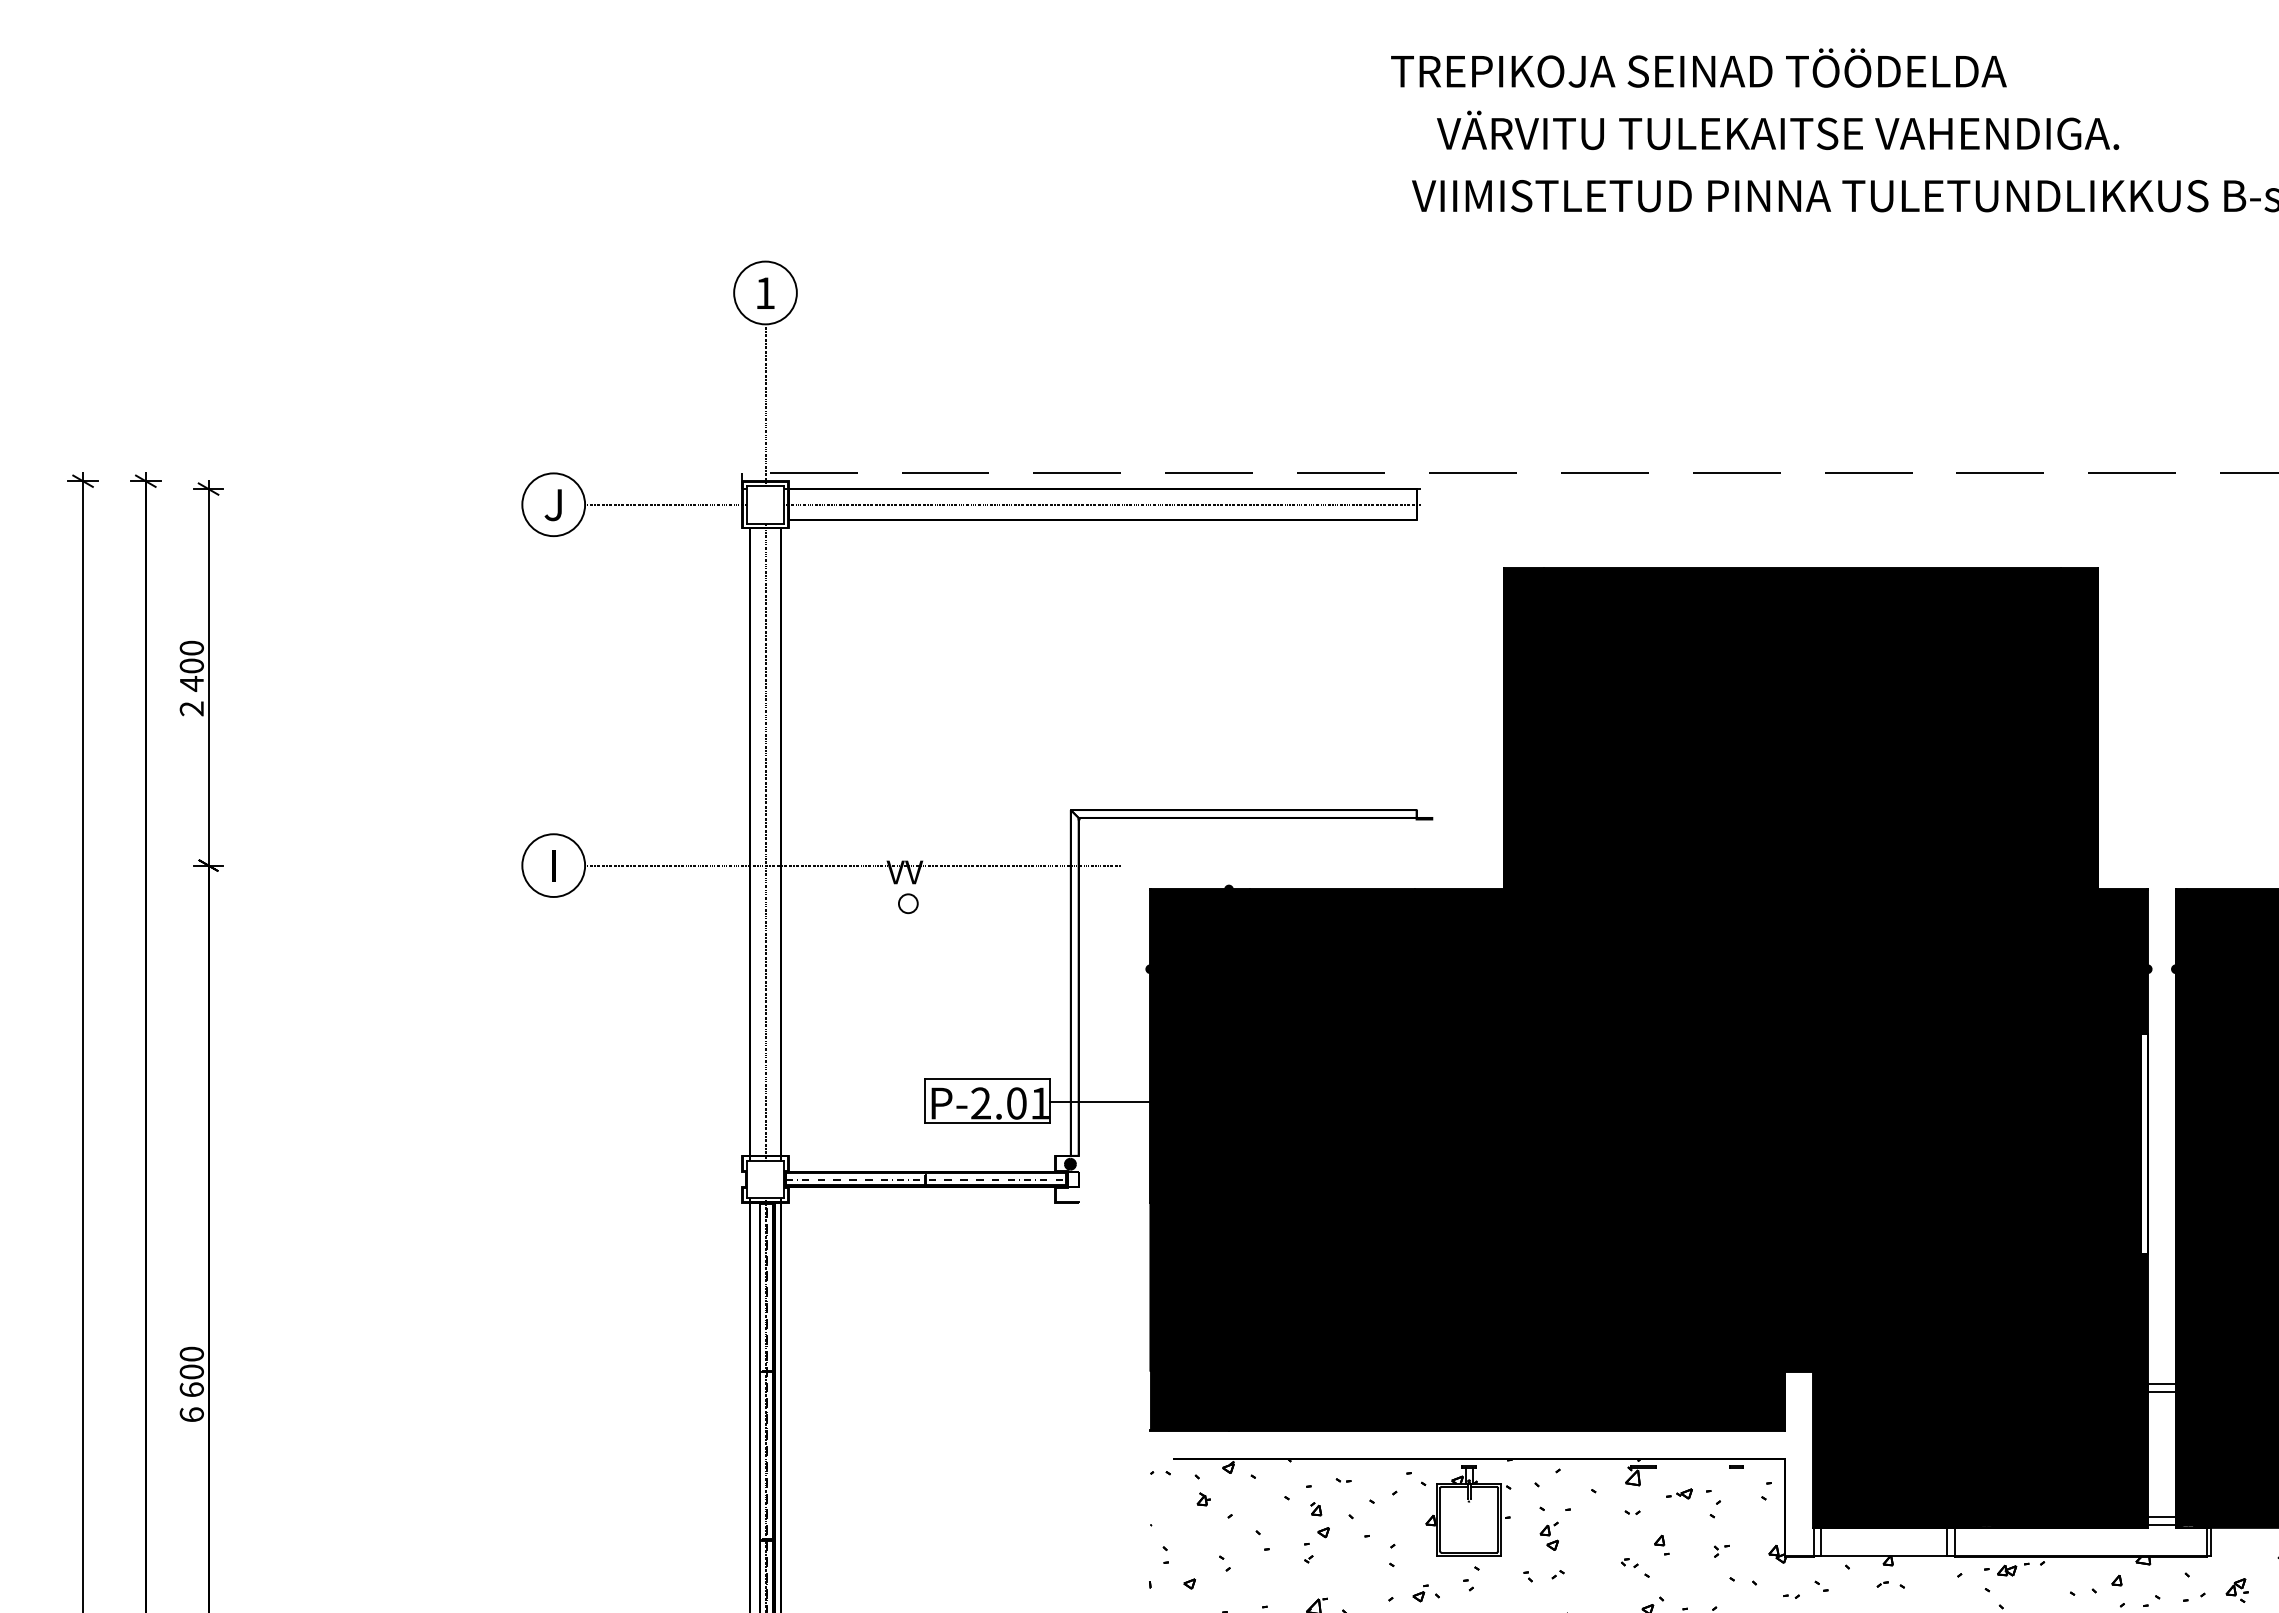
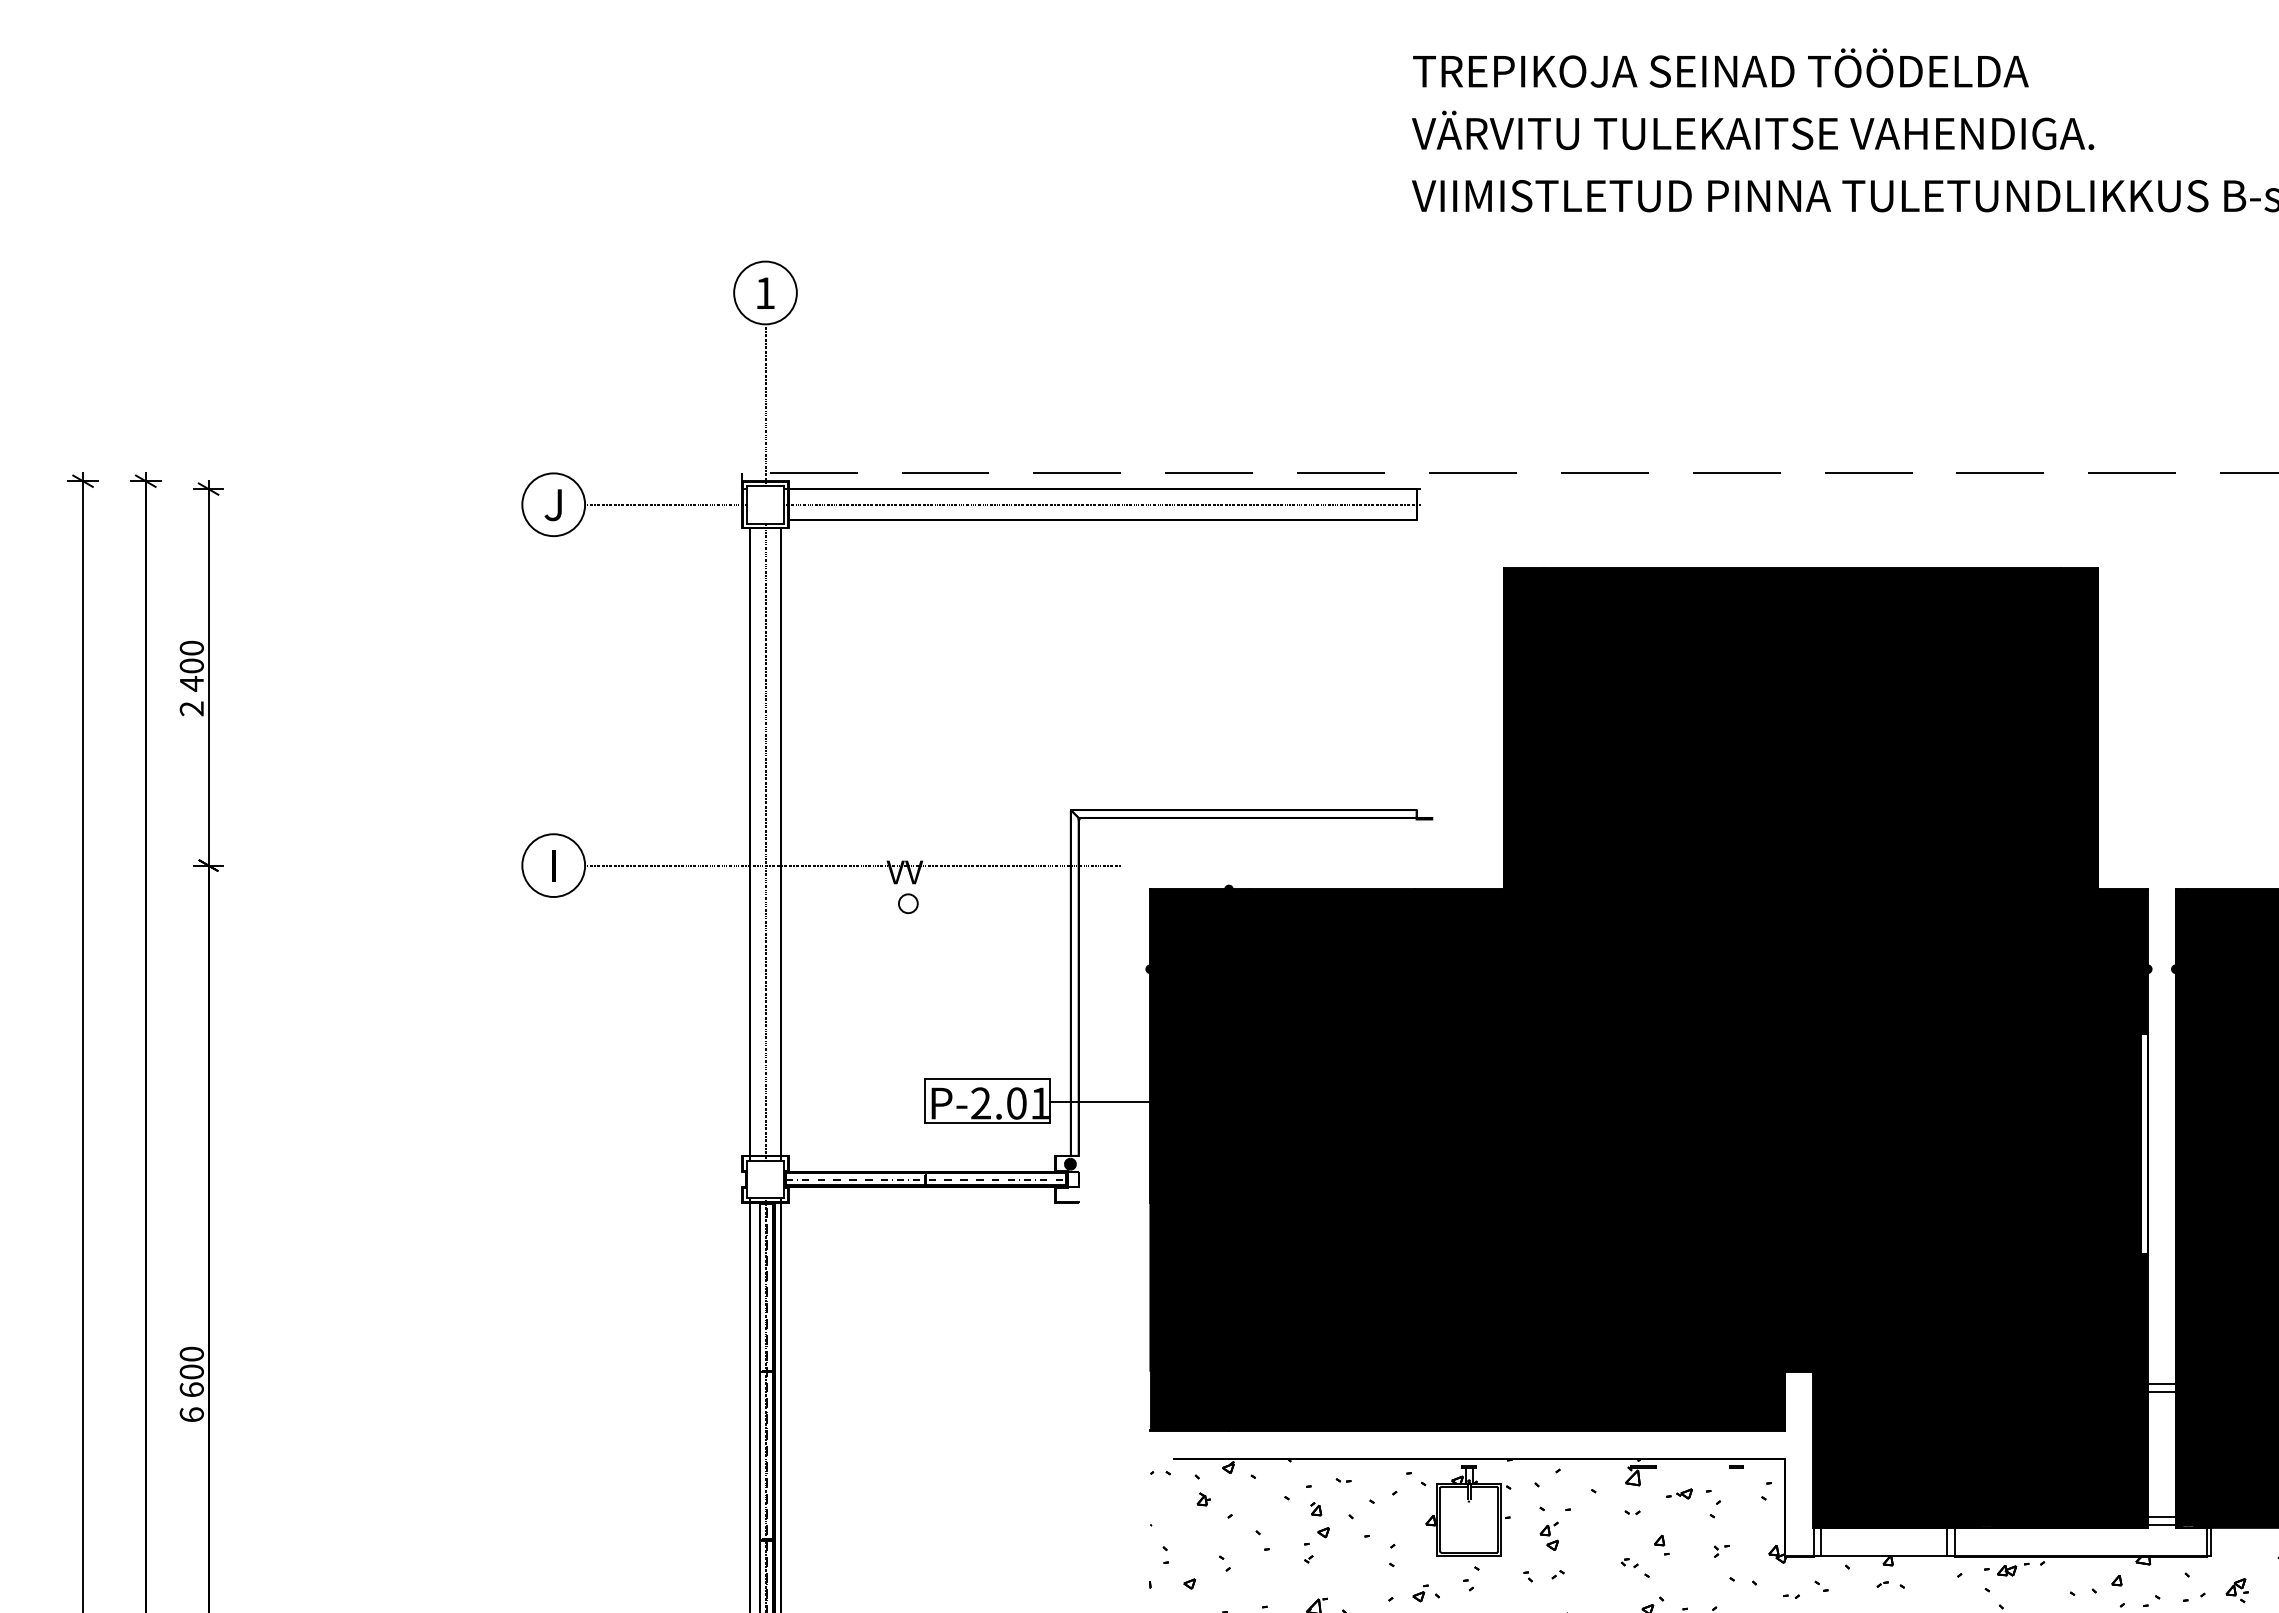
text at (1698, 67) position: (1698, 67) -> (1720, 67)
text at (1778, 129) position: (1778, 129) -> (1753, 129)
